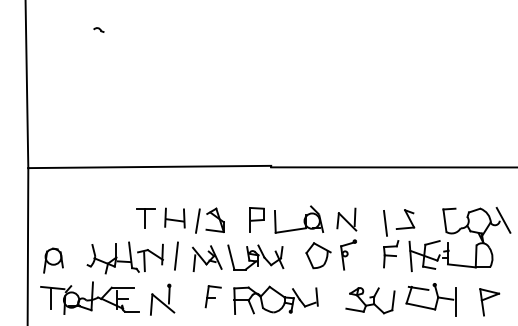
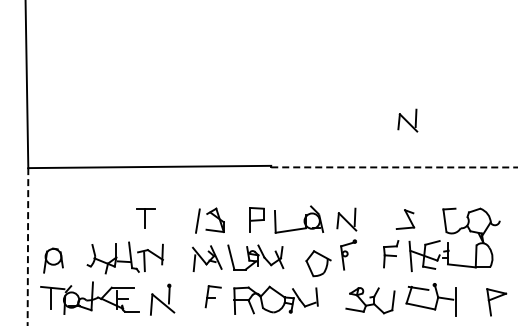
part at (98, 29): present -> none
part at (407, 120): none -> present
line at (394, 167): solid -> dashed
part at (174, 217): present -> none
line at (503, 219): present -> none
line at (385, 222): present -> none
line at (27, 247): solid -> dashed
line at (176, 255): present -> none
part at (318, 255) position: (318, 255) -> (318, 263)
part at (489, 302) position: (489, 302) -> (496, 302)
